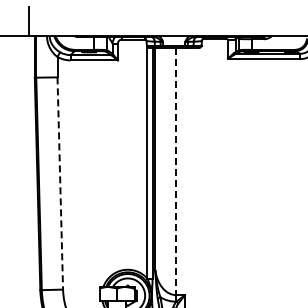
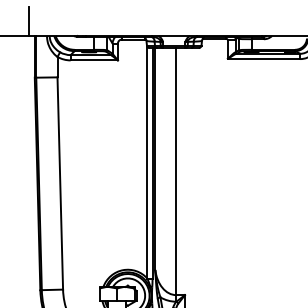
line at (176, 171): dashed -> solid
line at (60, 184): dashed -> solid
